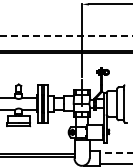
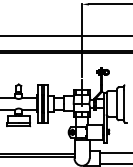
line at (66, 35): dashed -> solid
line at (115, 152): dashed -> solid
